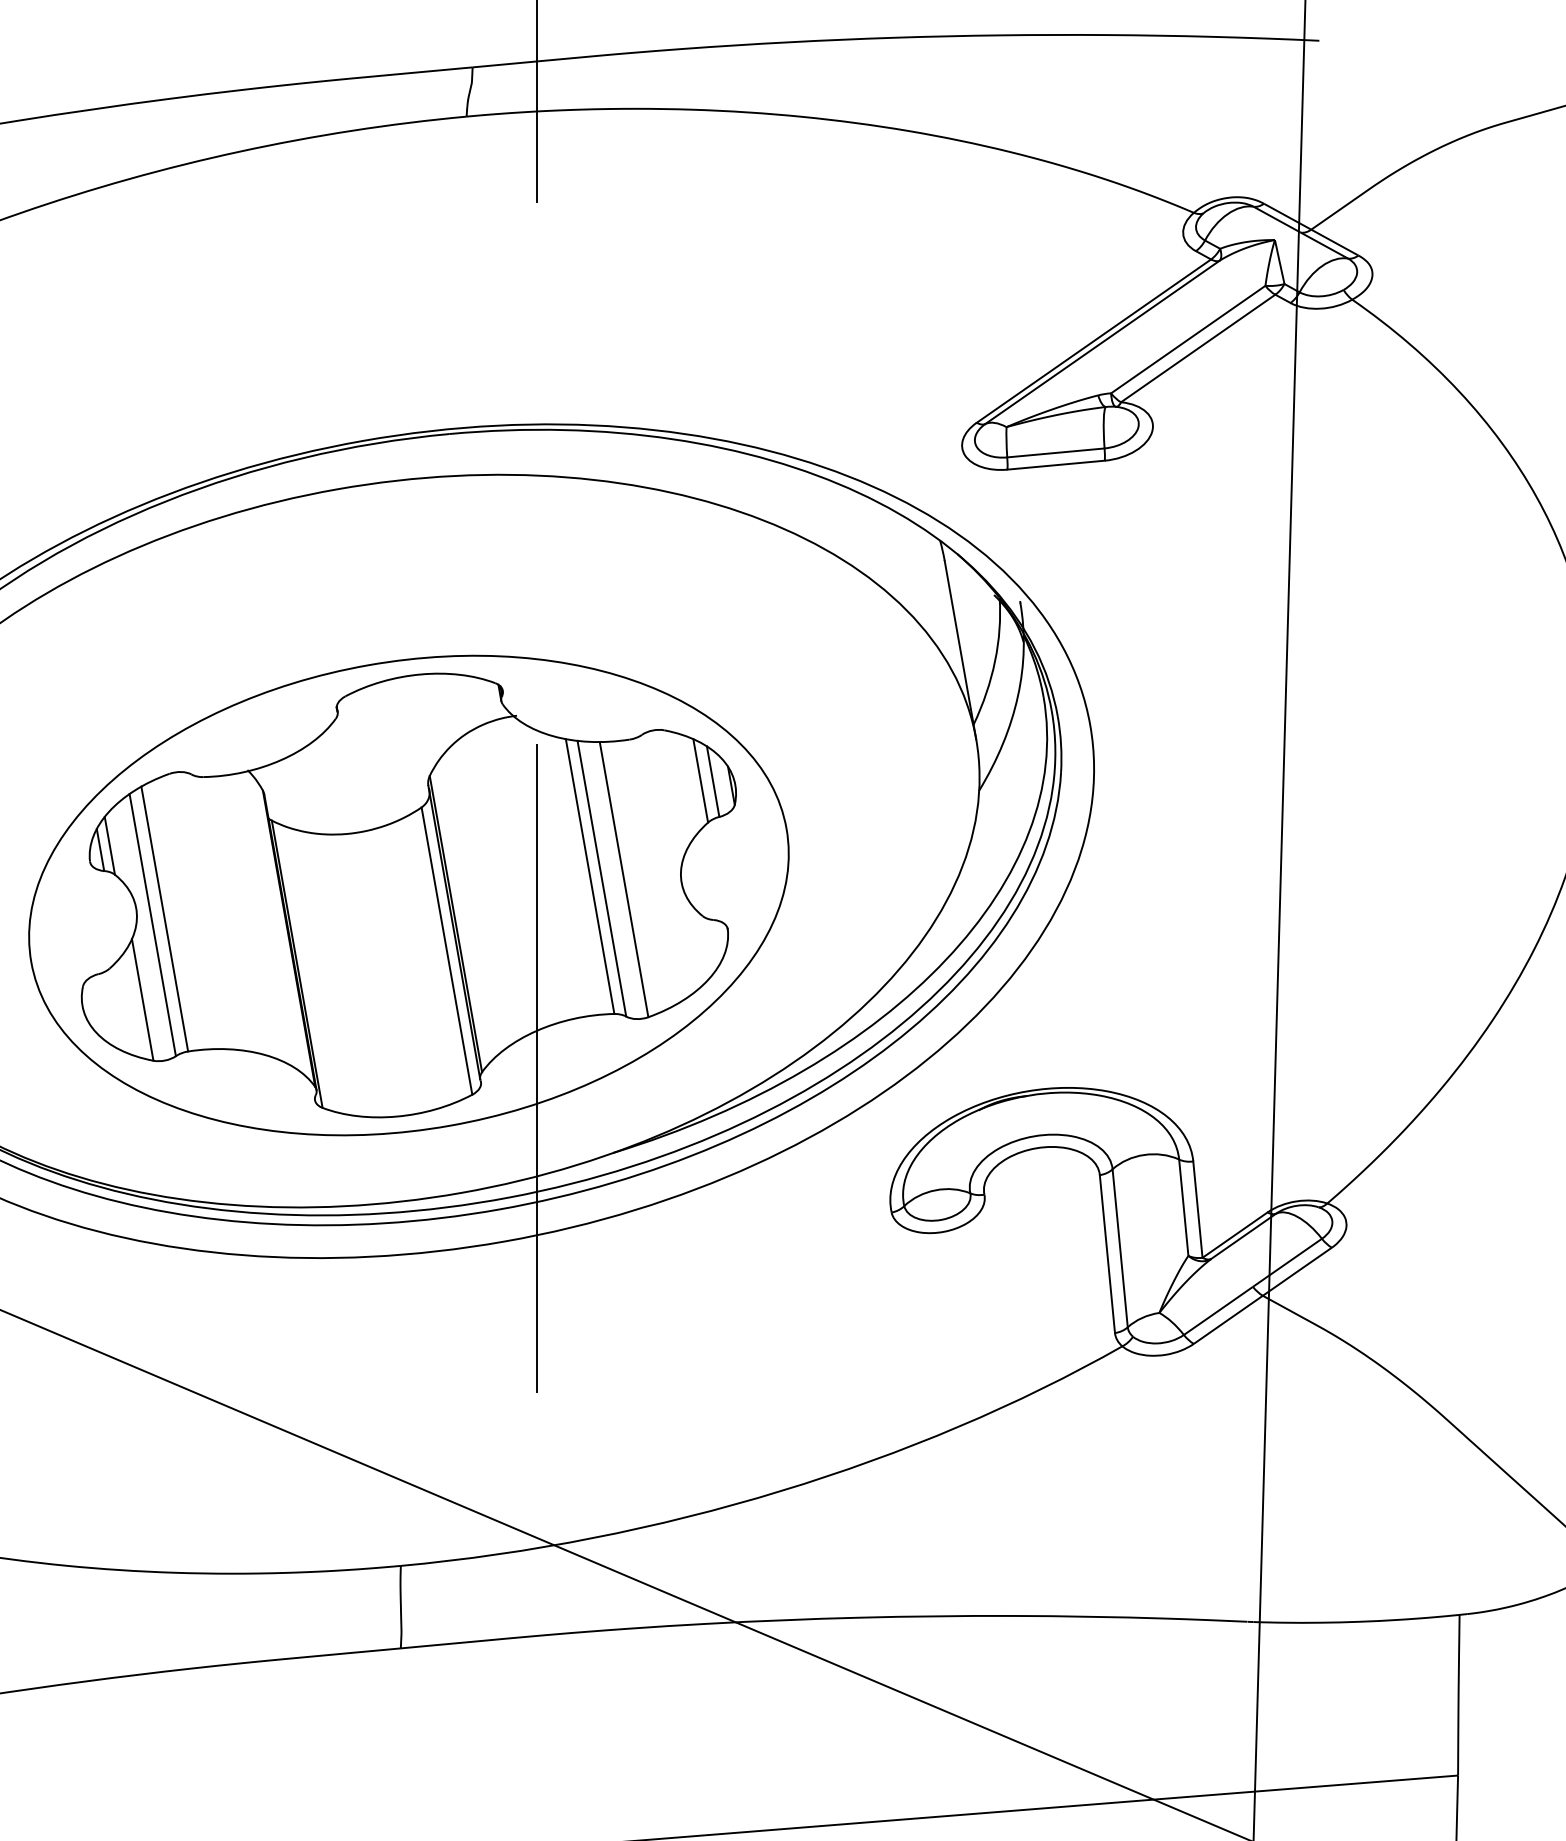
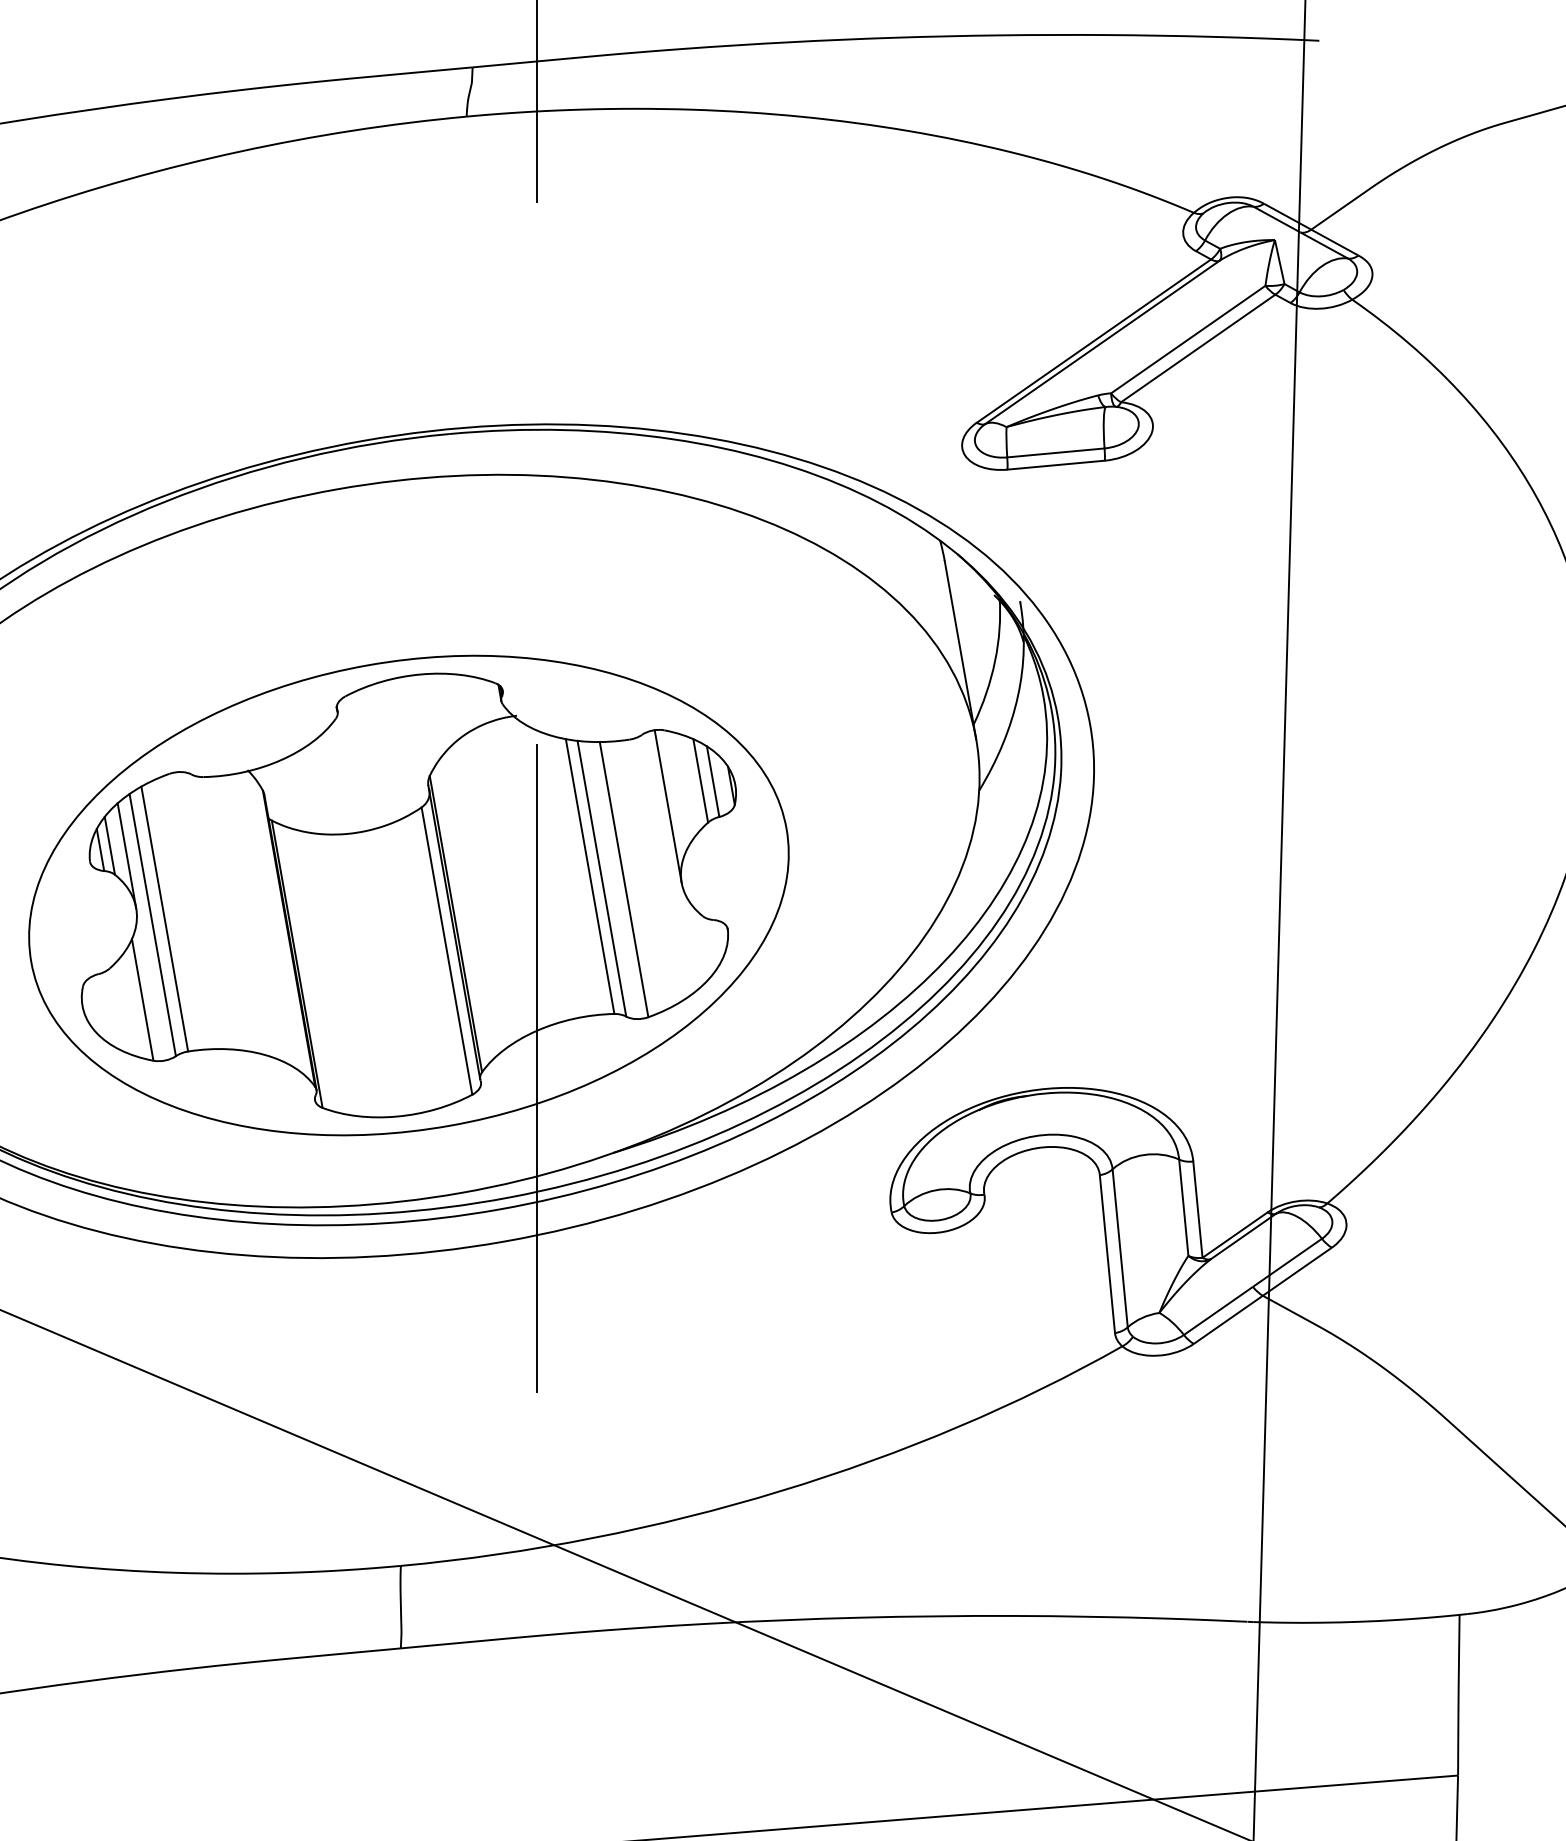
line at (667, 806): none -> present
line at (126, 855): none -> present
